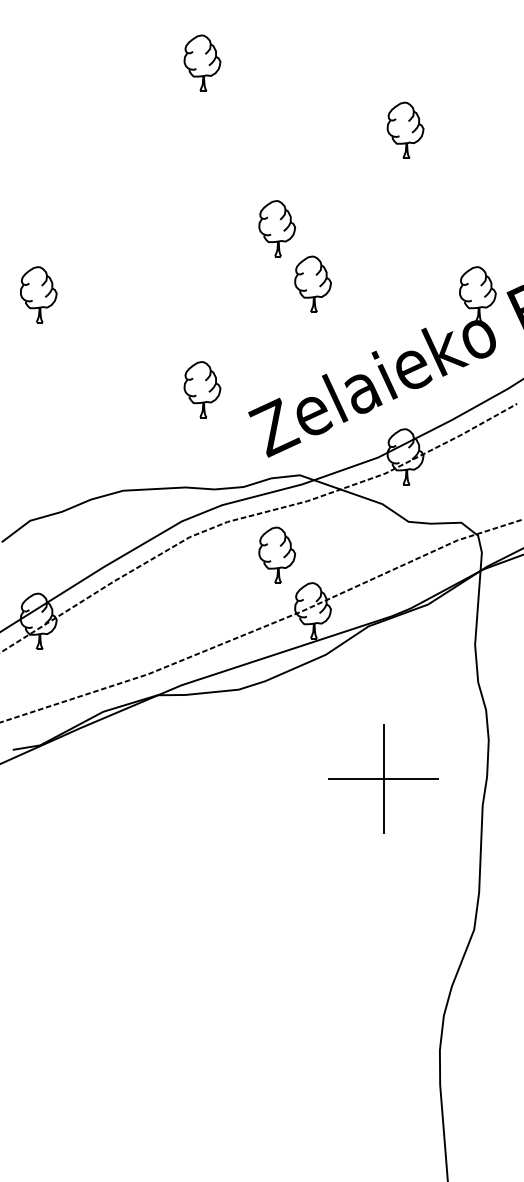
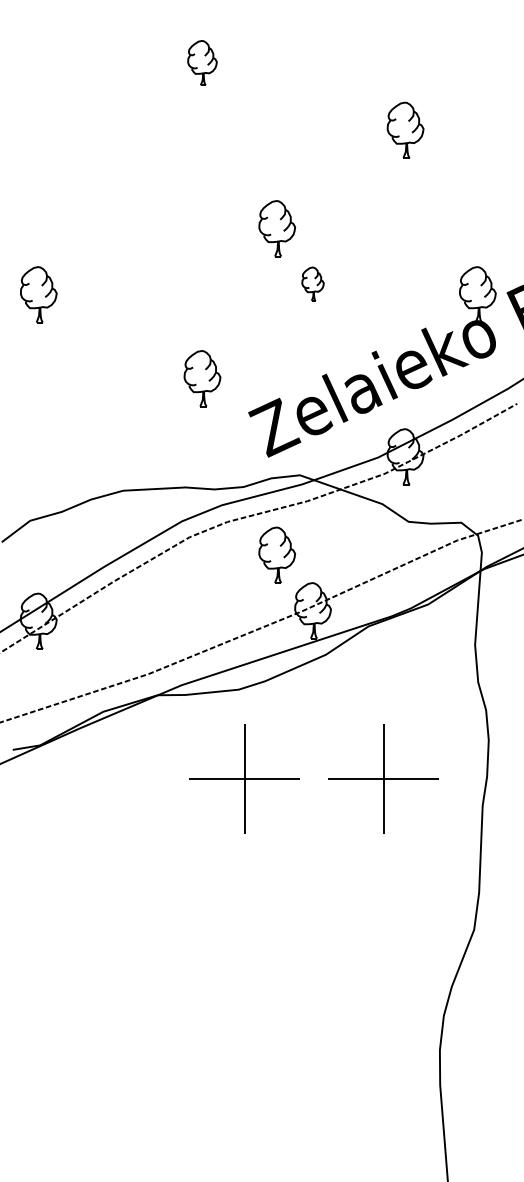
part at (202, 62) size: 39x58 px -> 31x46 px
part at (312, 283) size: 38x58 px -> 24x36 px
part at (202, 389) position: (202, 389) -> (202, 378)
part at (244, 778): none -> present
